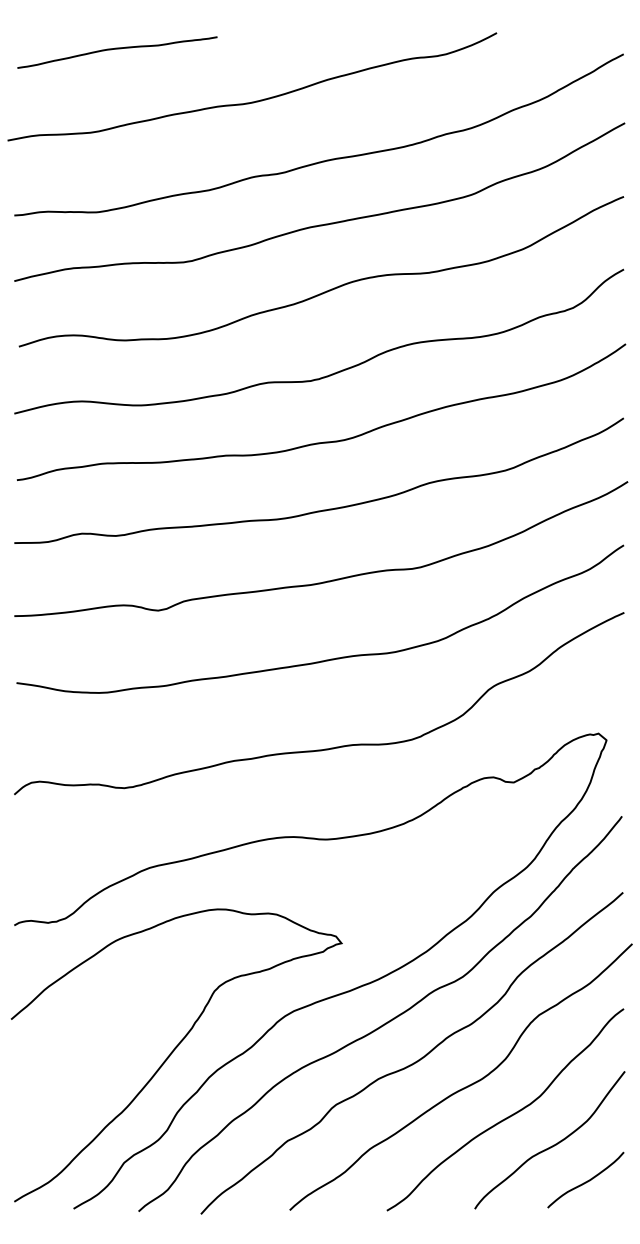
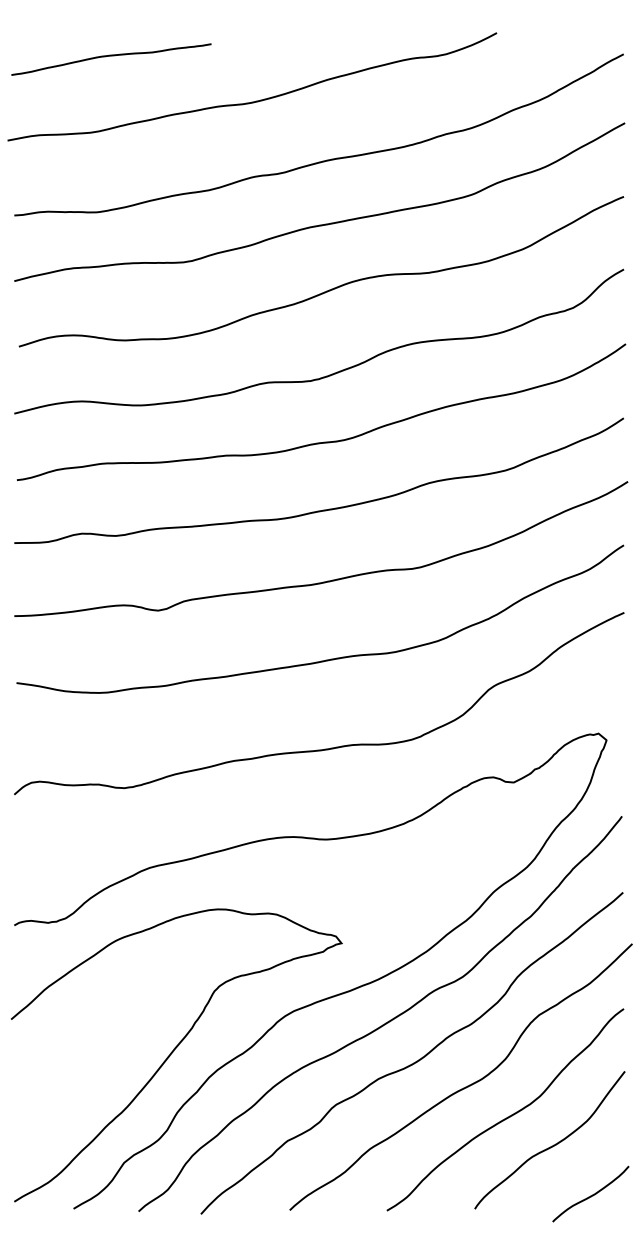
curve at (117, 49) position: (117, 49) -> (111, 56)
curve at (585, 1181) position: (585, 1181) -> (590, 1195)
